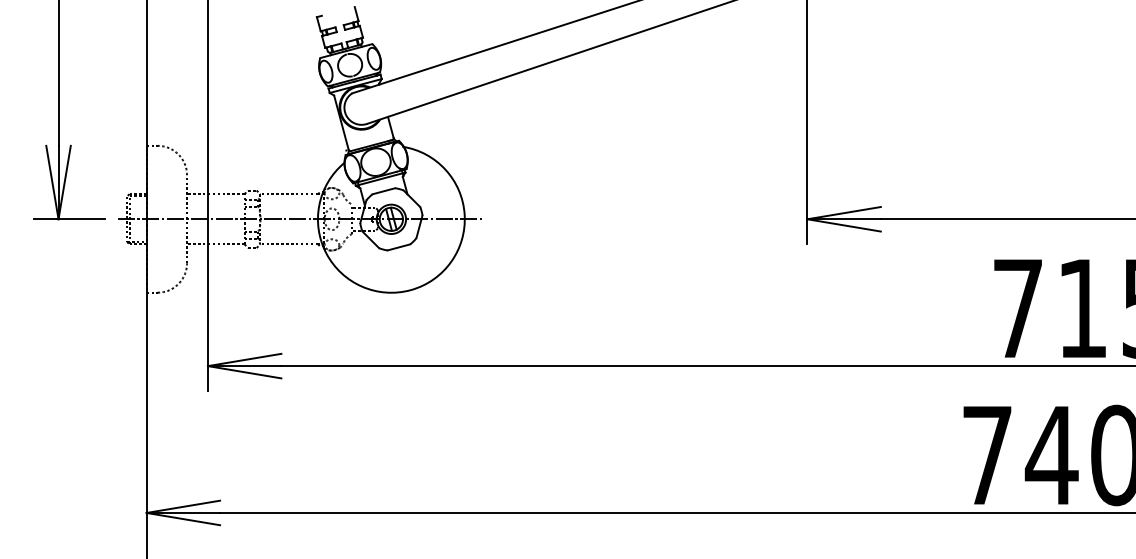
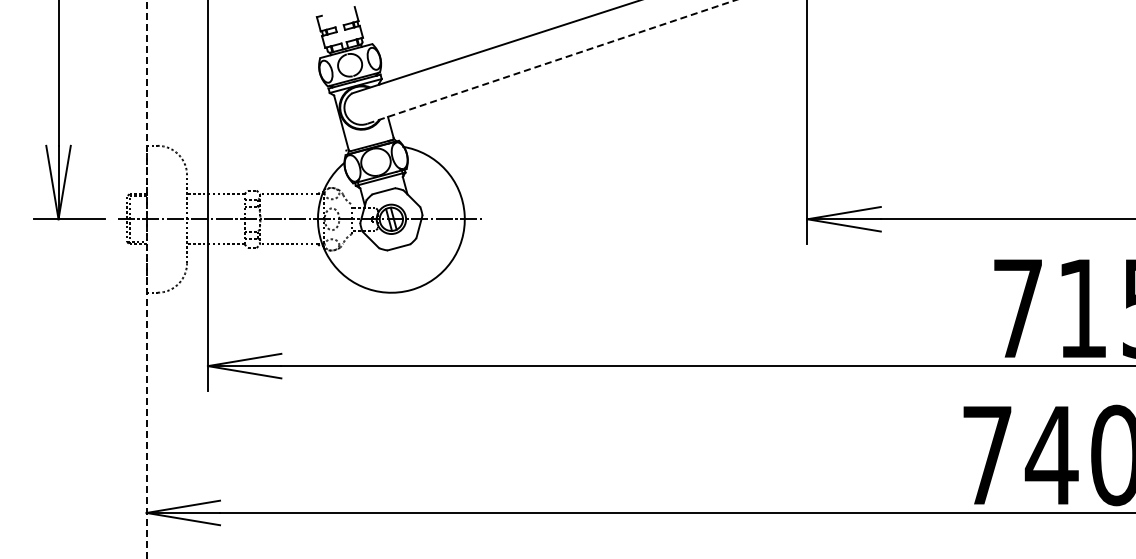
line at (552, 61): solid -> dashed
line at (146, 279): solid -> dashed
